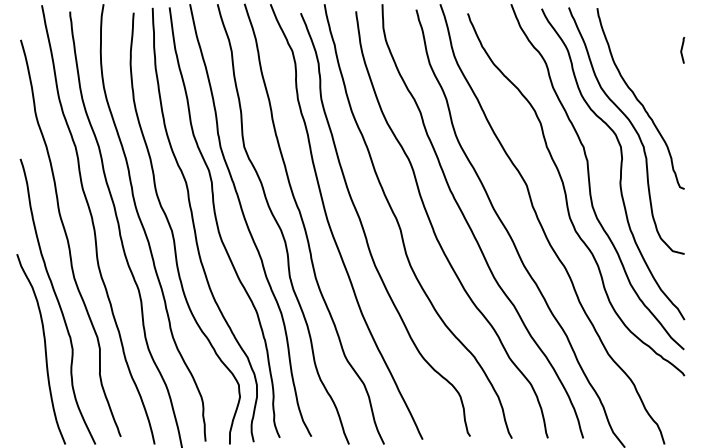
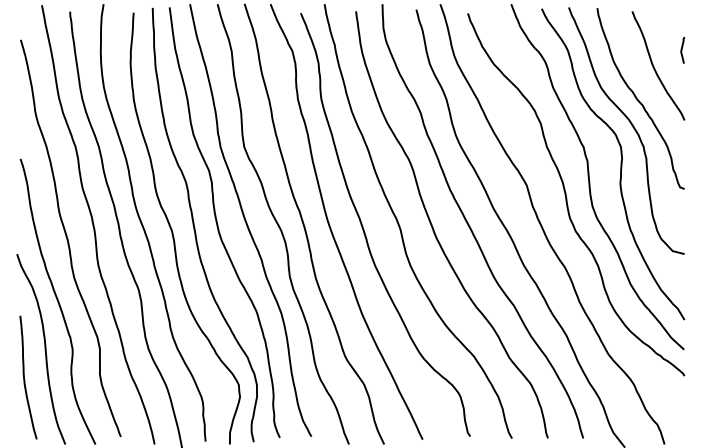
curve at (654, 66): none -> present
curve at (25, 379): none -> present
